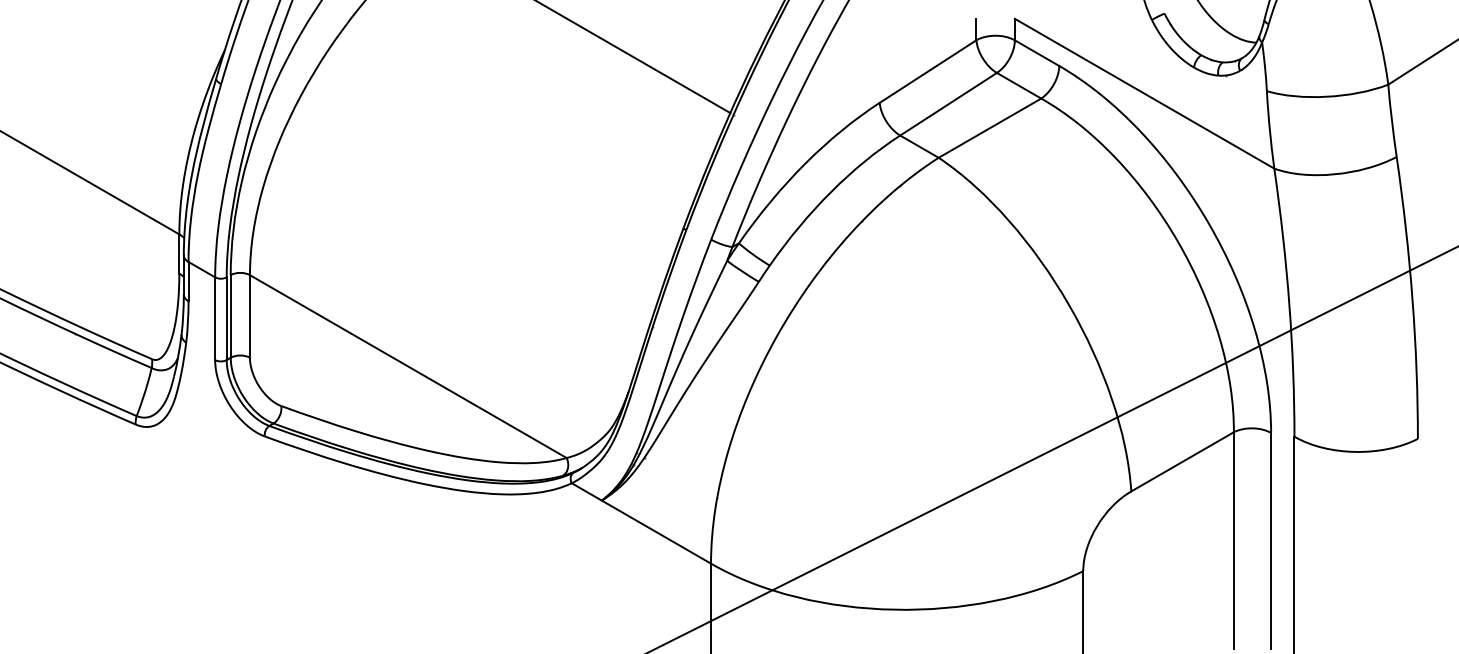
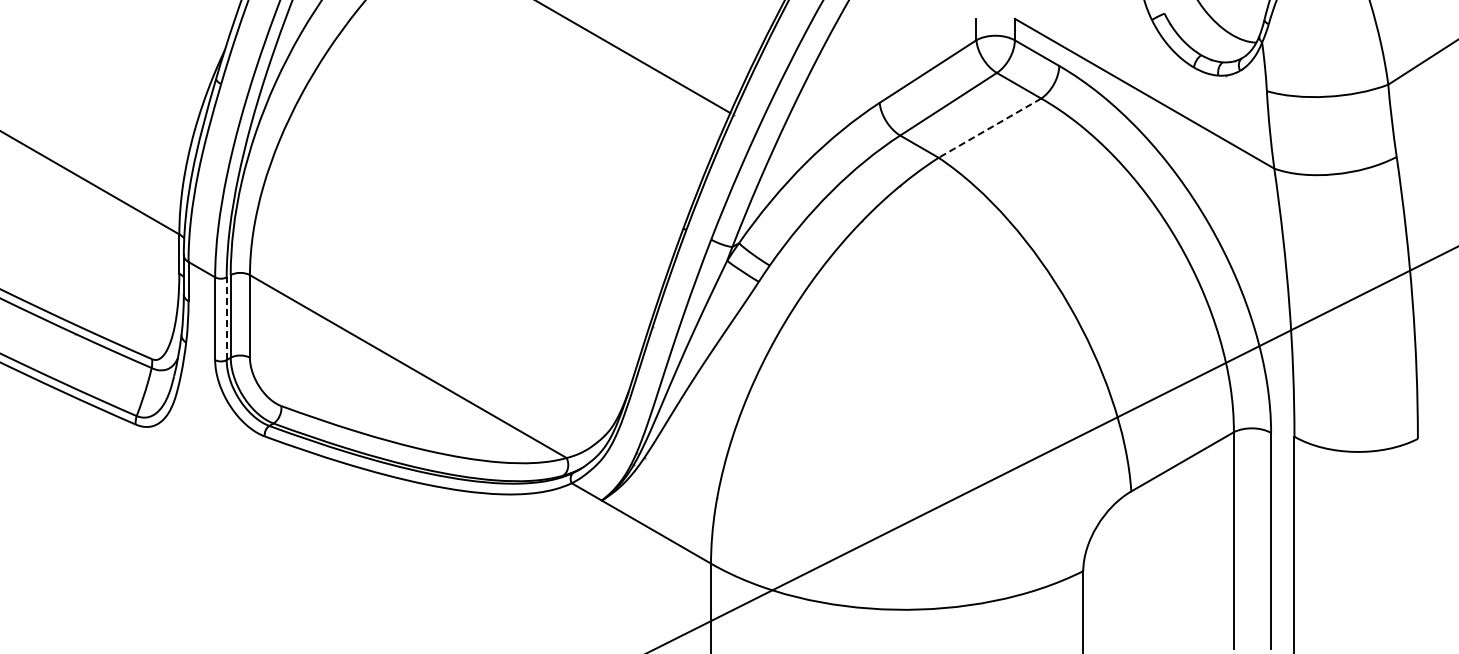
line at (989, 128): solid -> dashed
line at (226, 318): solid -> dashed
